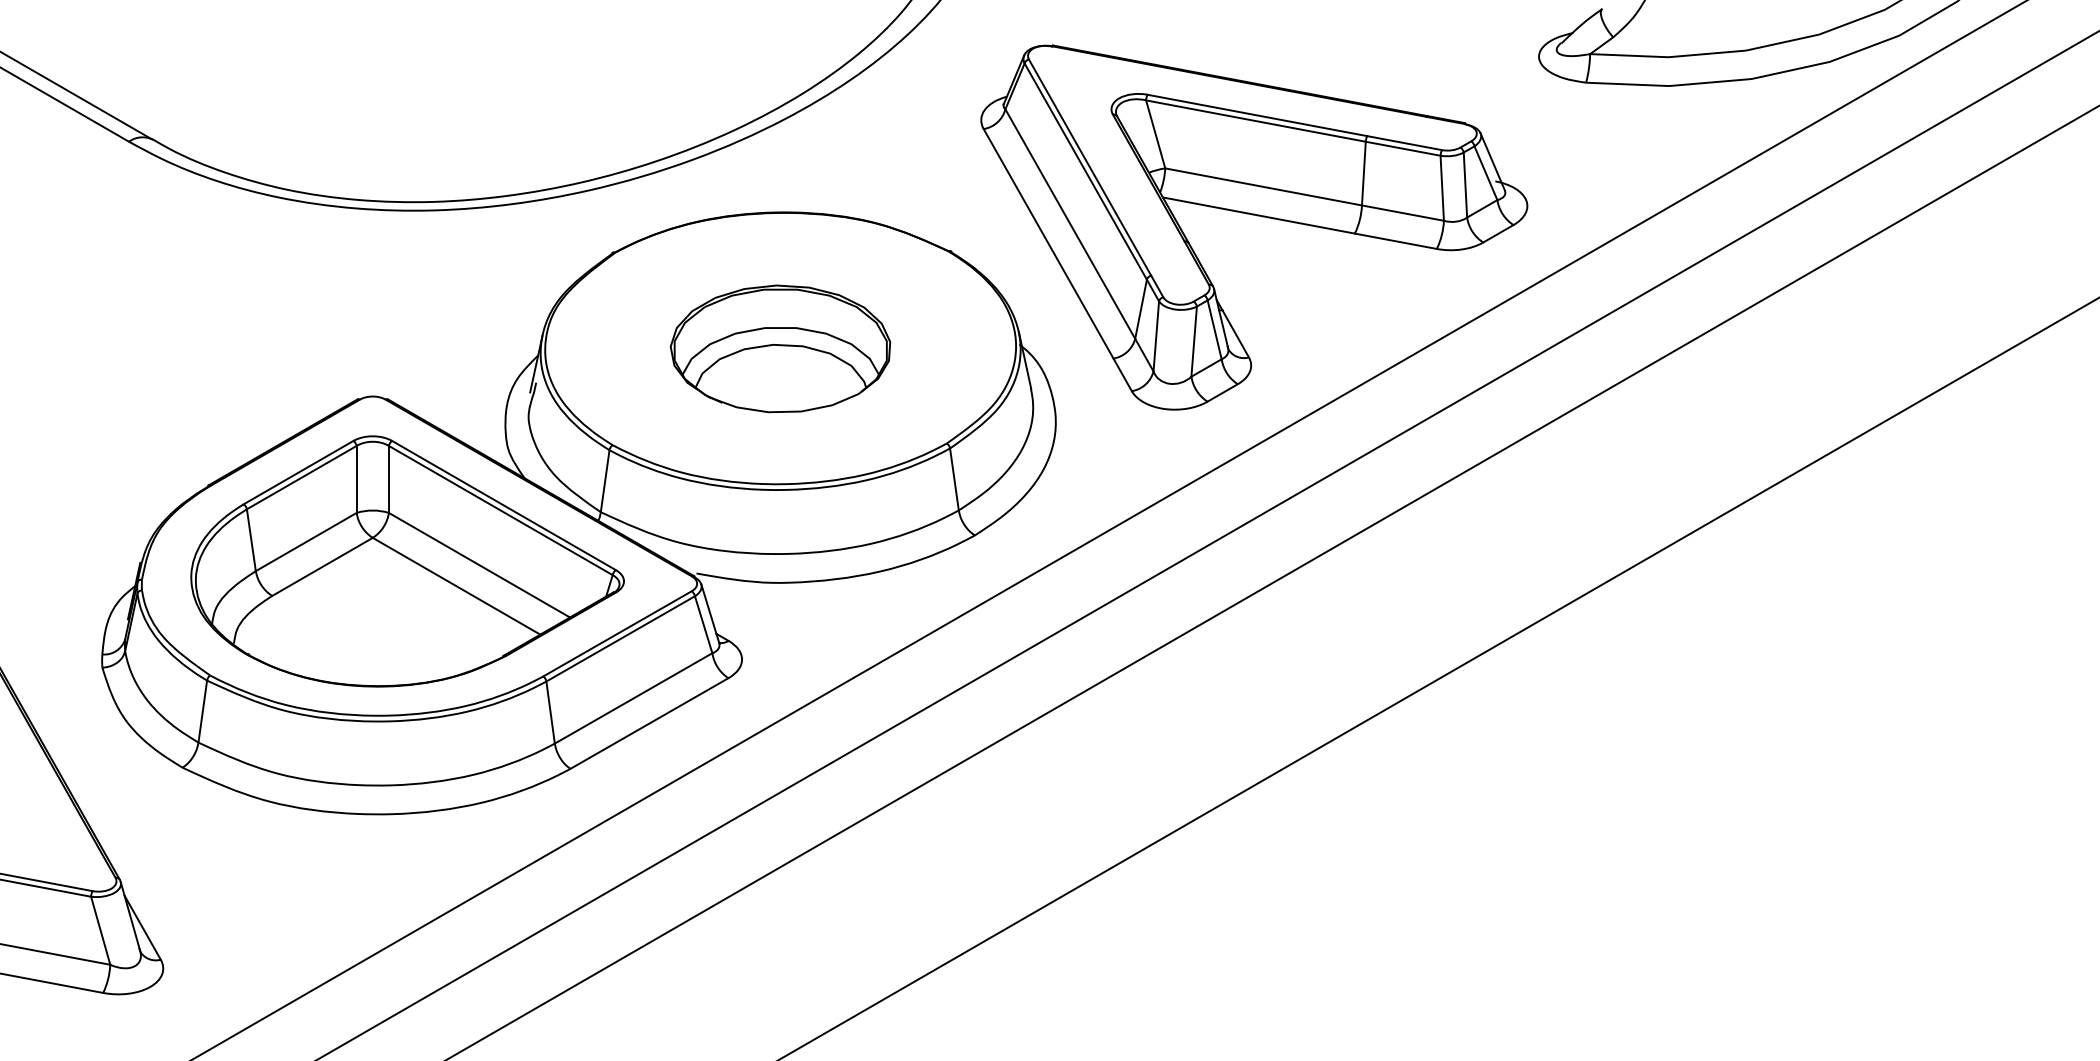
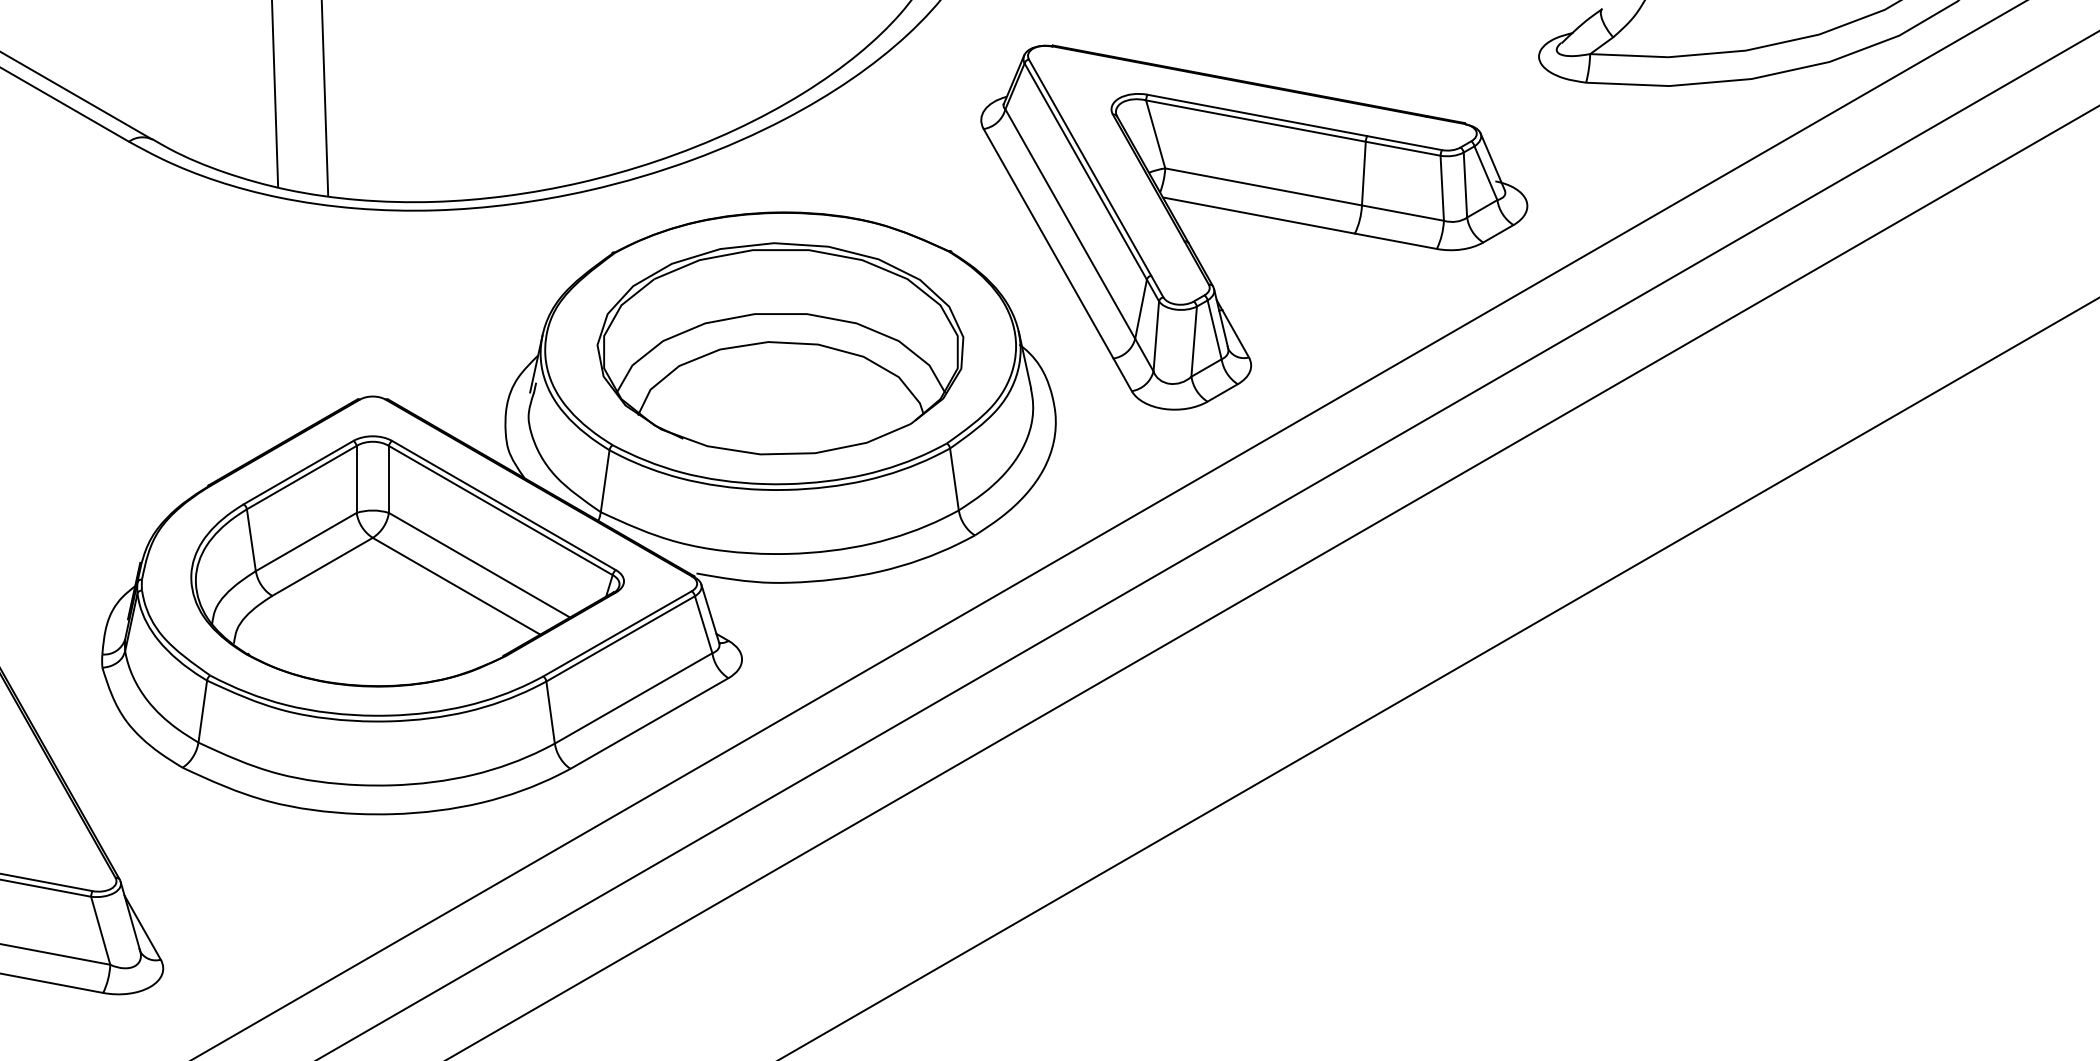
line at (275, 94): none -> present
line at (324, 98): none -> present
part at (780, 348) size: 223x130 px -> 369x214 px
